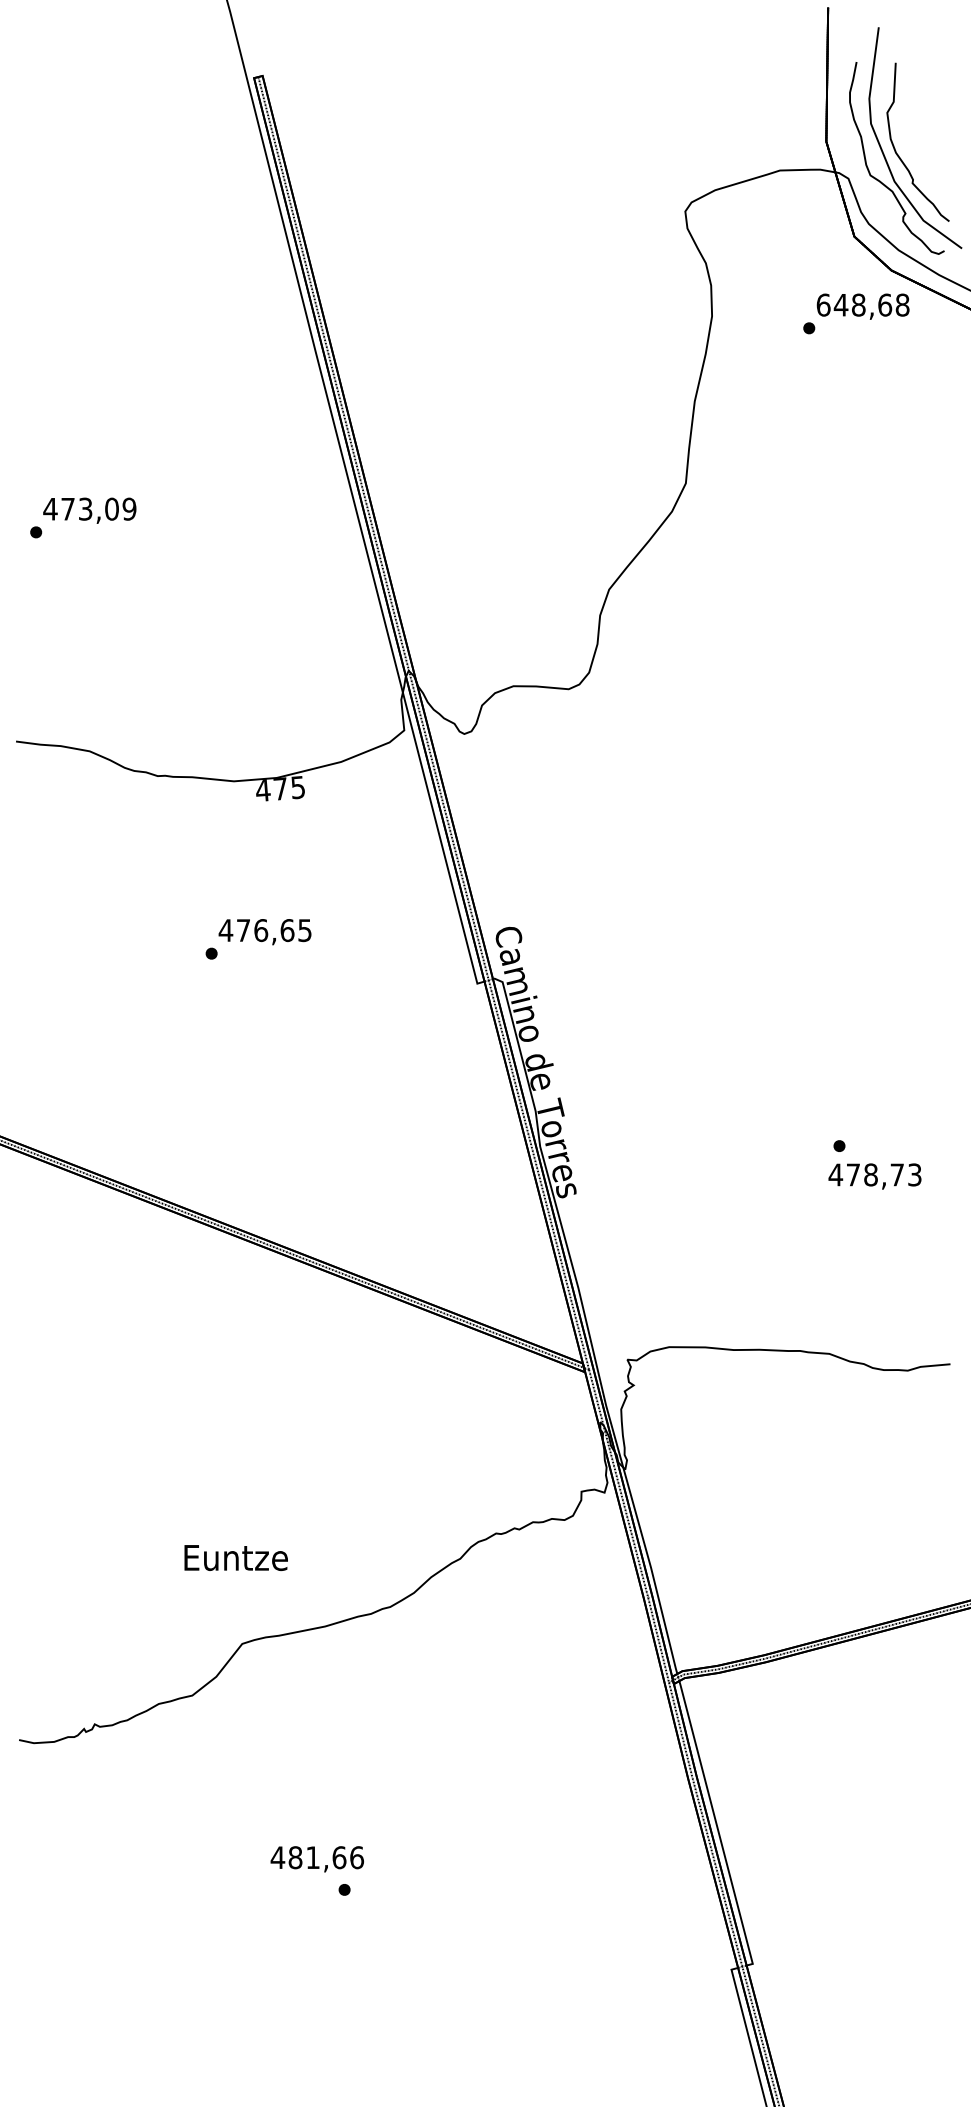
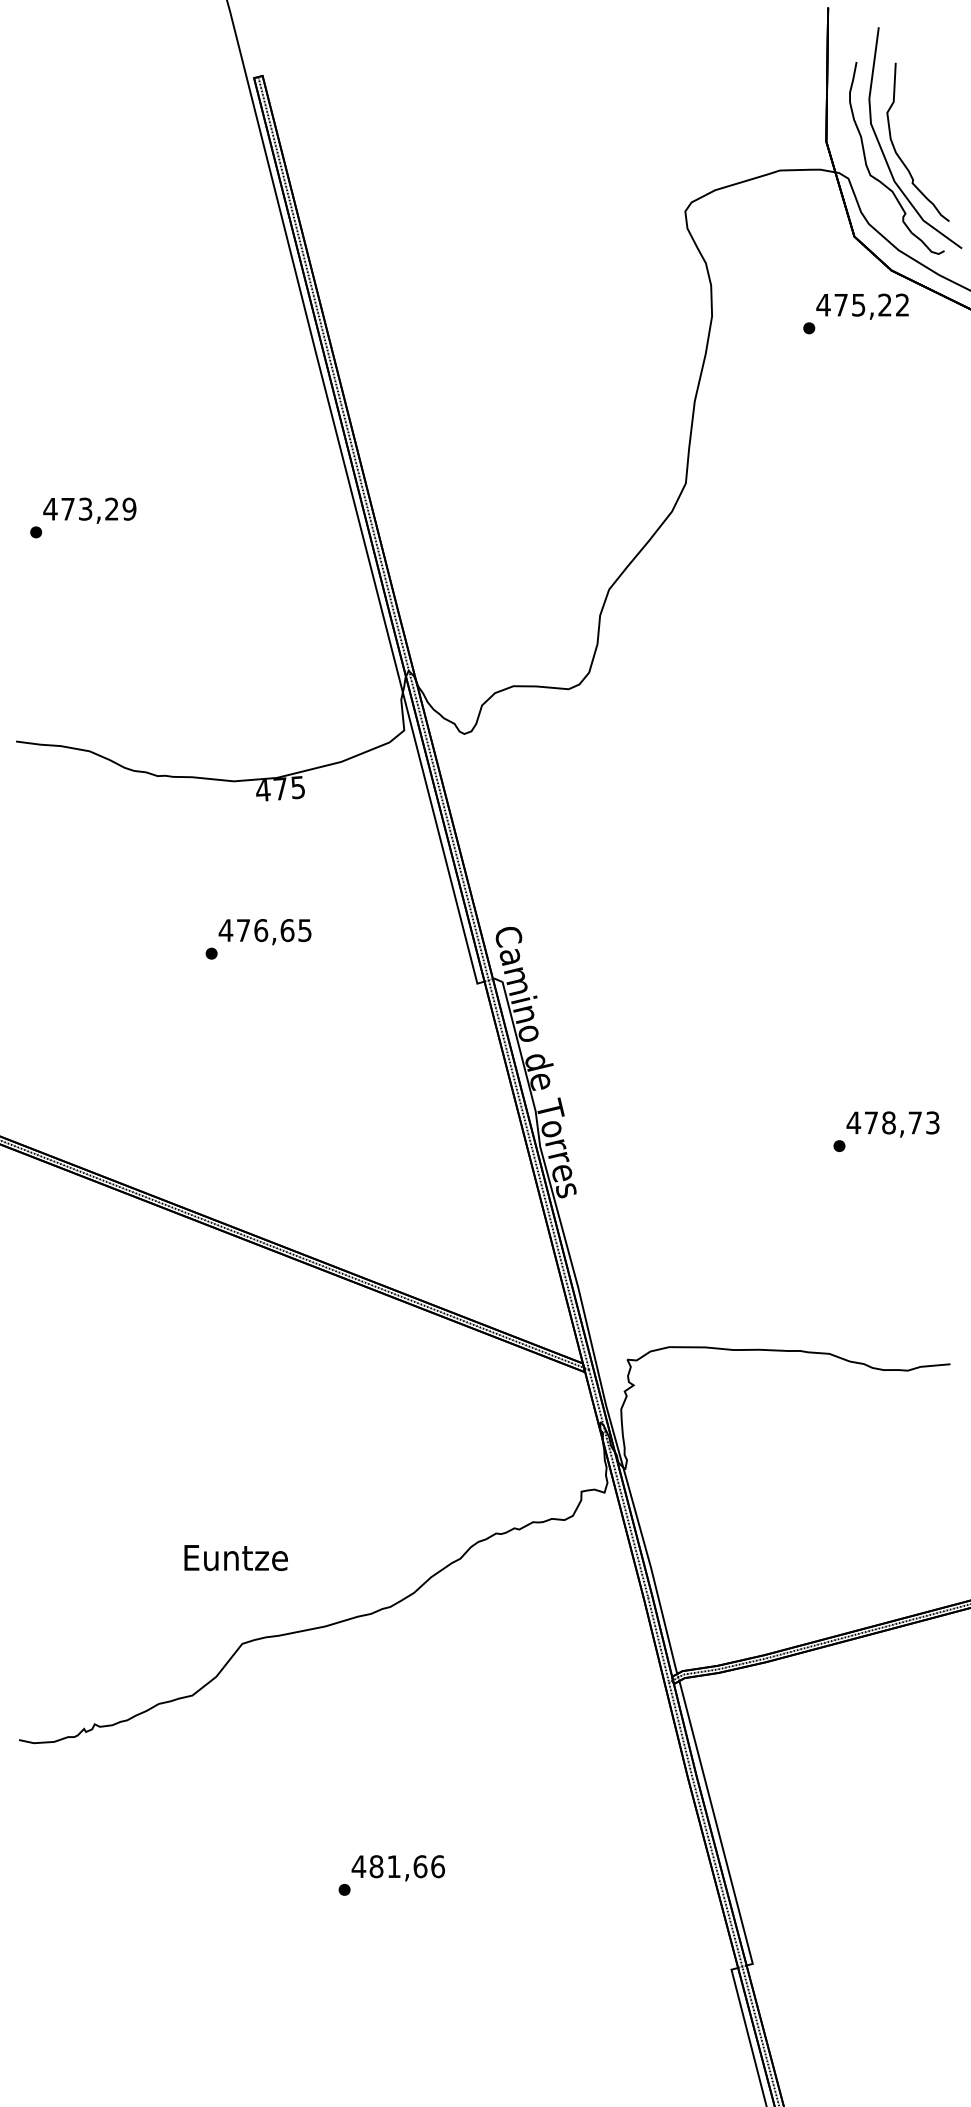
text at (862, 304): 648,68 -> 475,22
text at (111, 508): 473,09 -> 473,29
text at (874, 1176) position: (874, 1176) -> (892, 1124)
text at (316, 1859) position: (316, 1859) -> (397, 1868)
